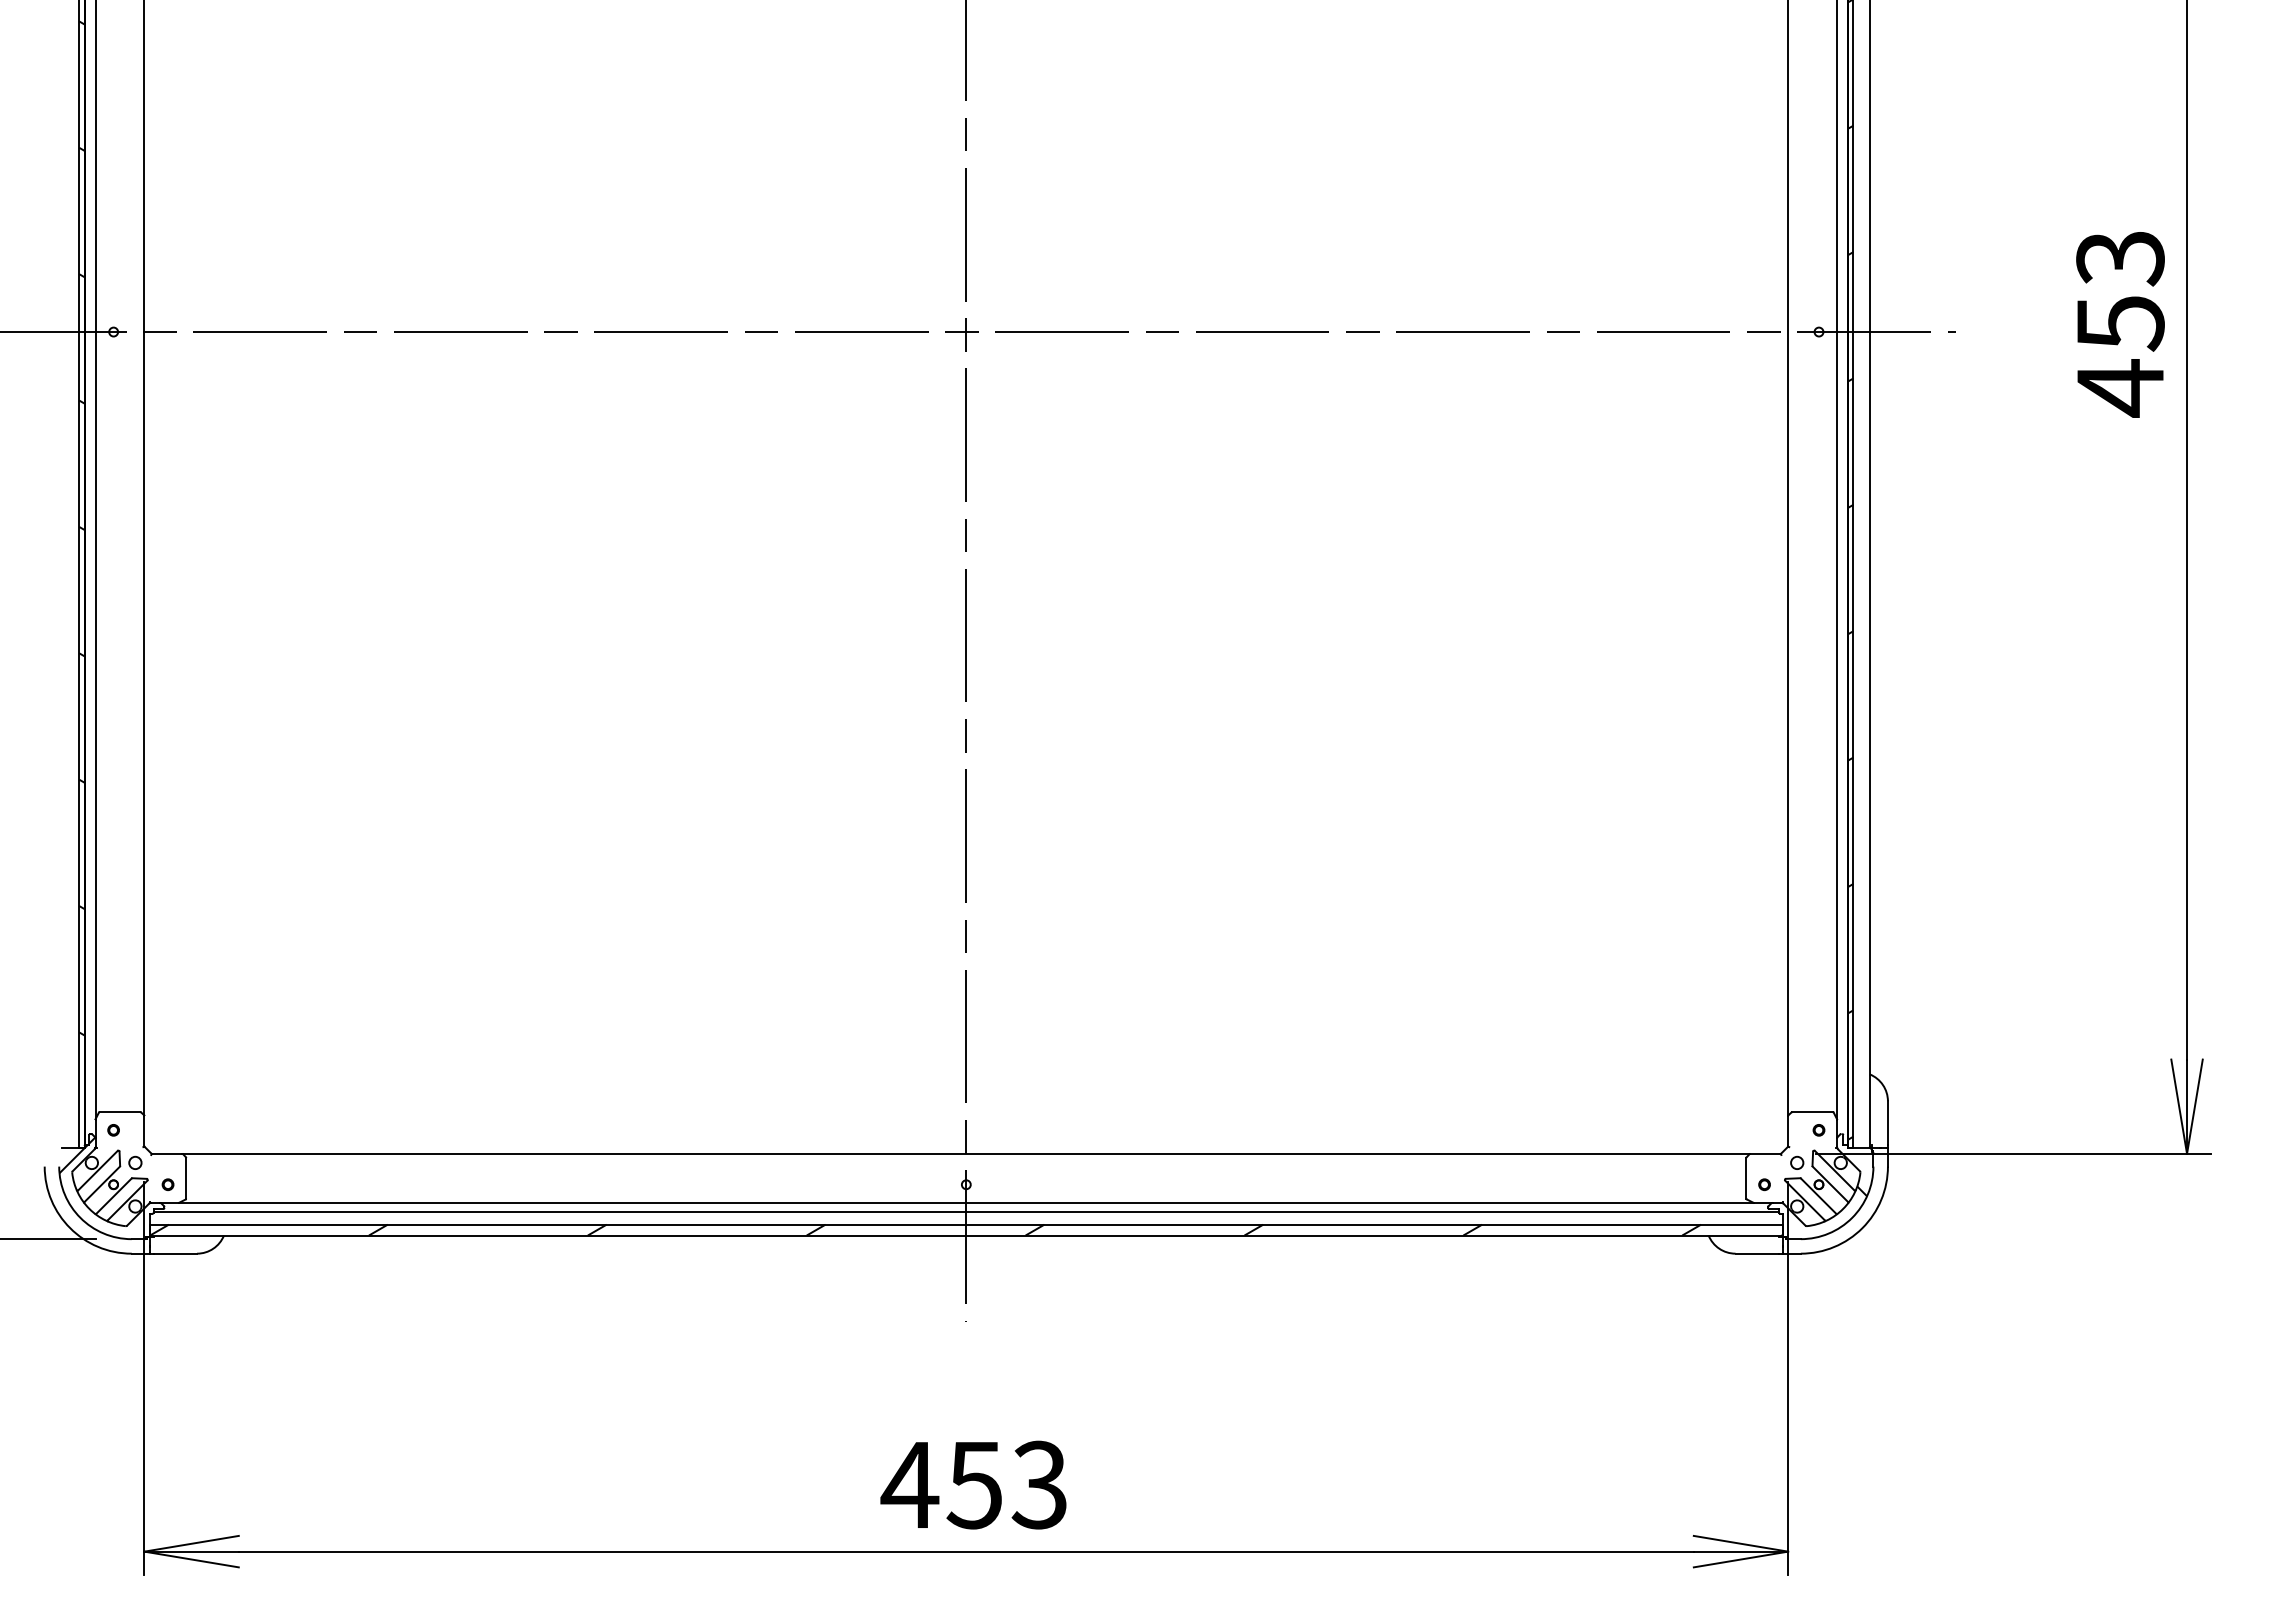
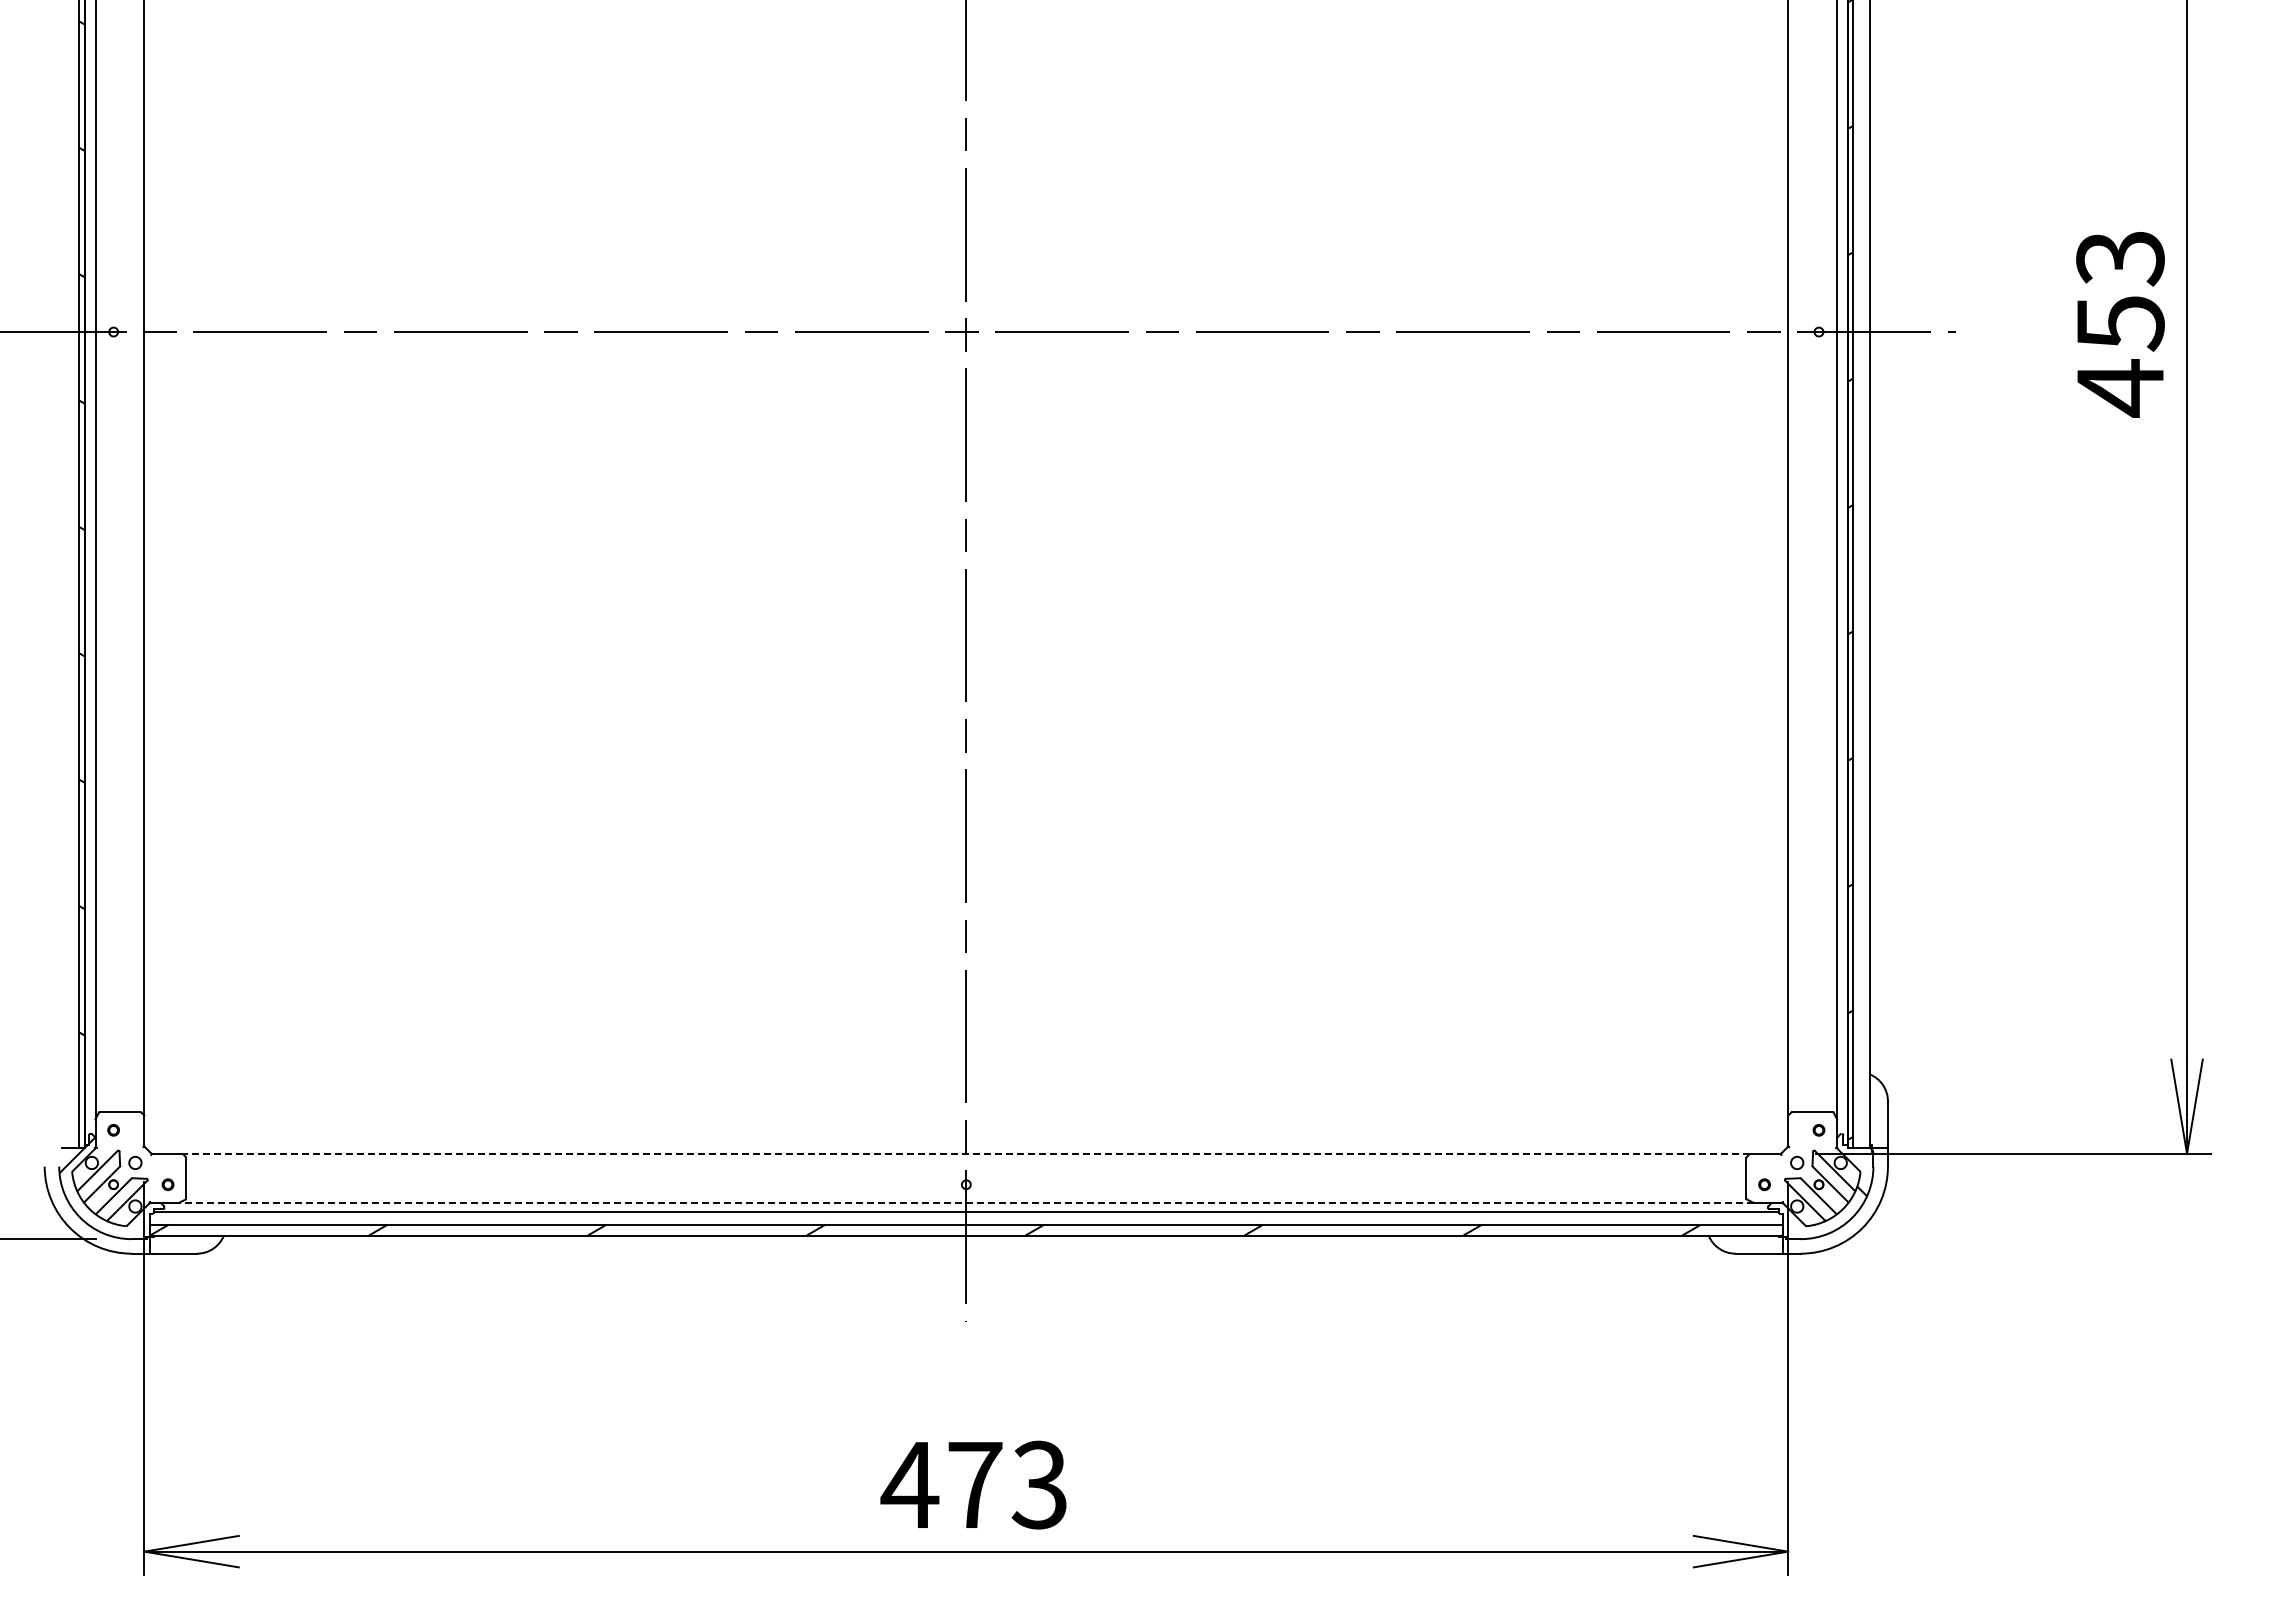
line at (966, 1153): solid -> dashed
line at (966, 1202): solid -> dashed
text at (974, 1485): 453 -> 473
